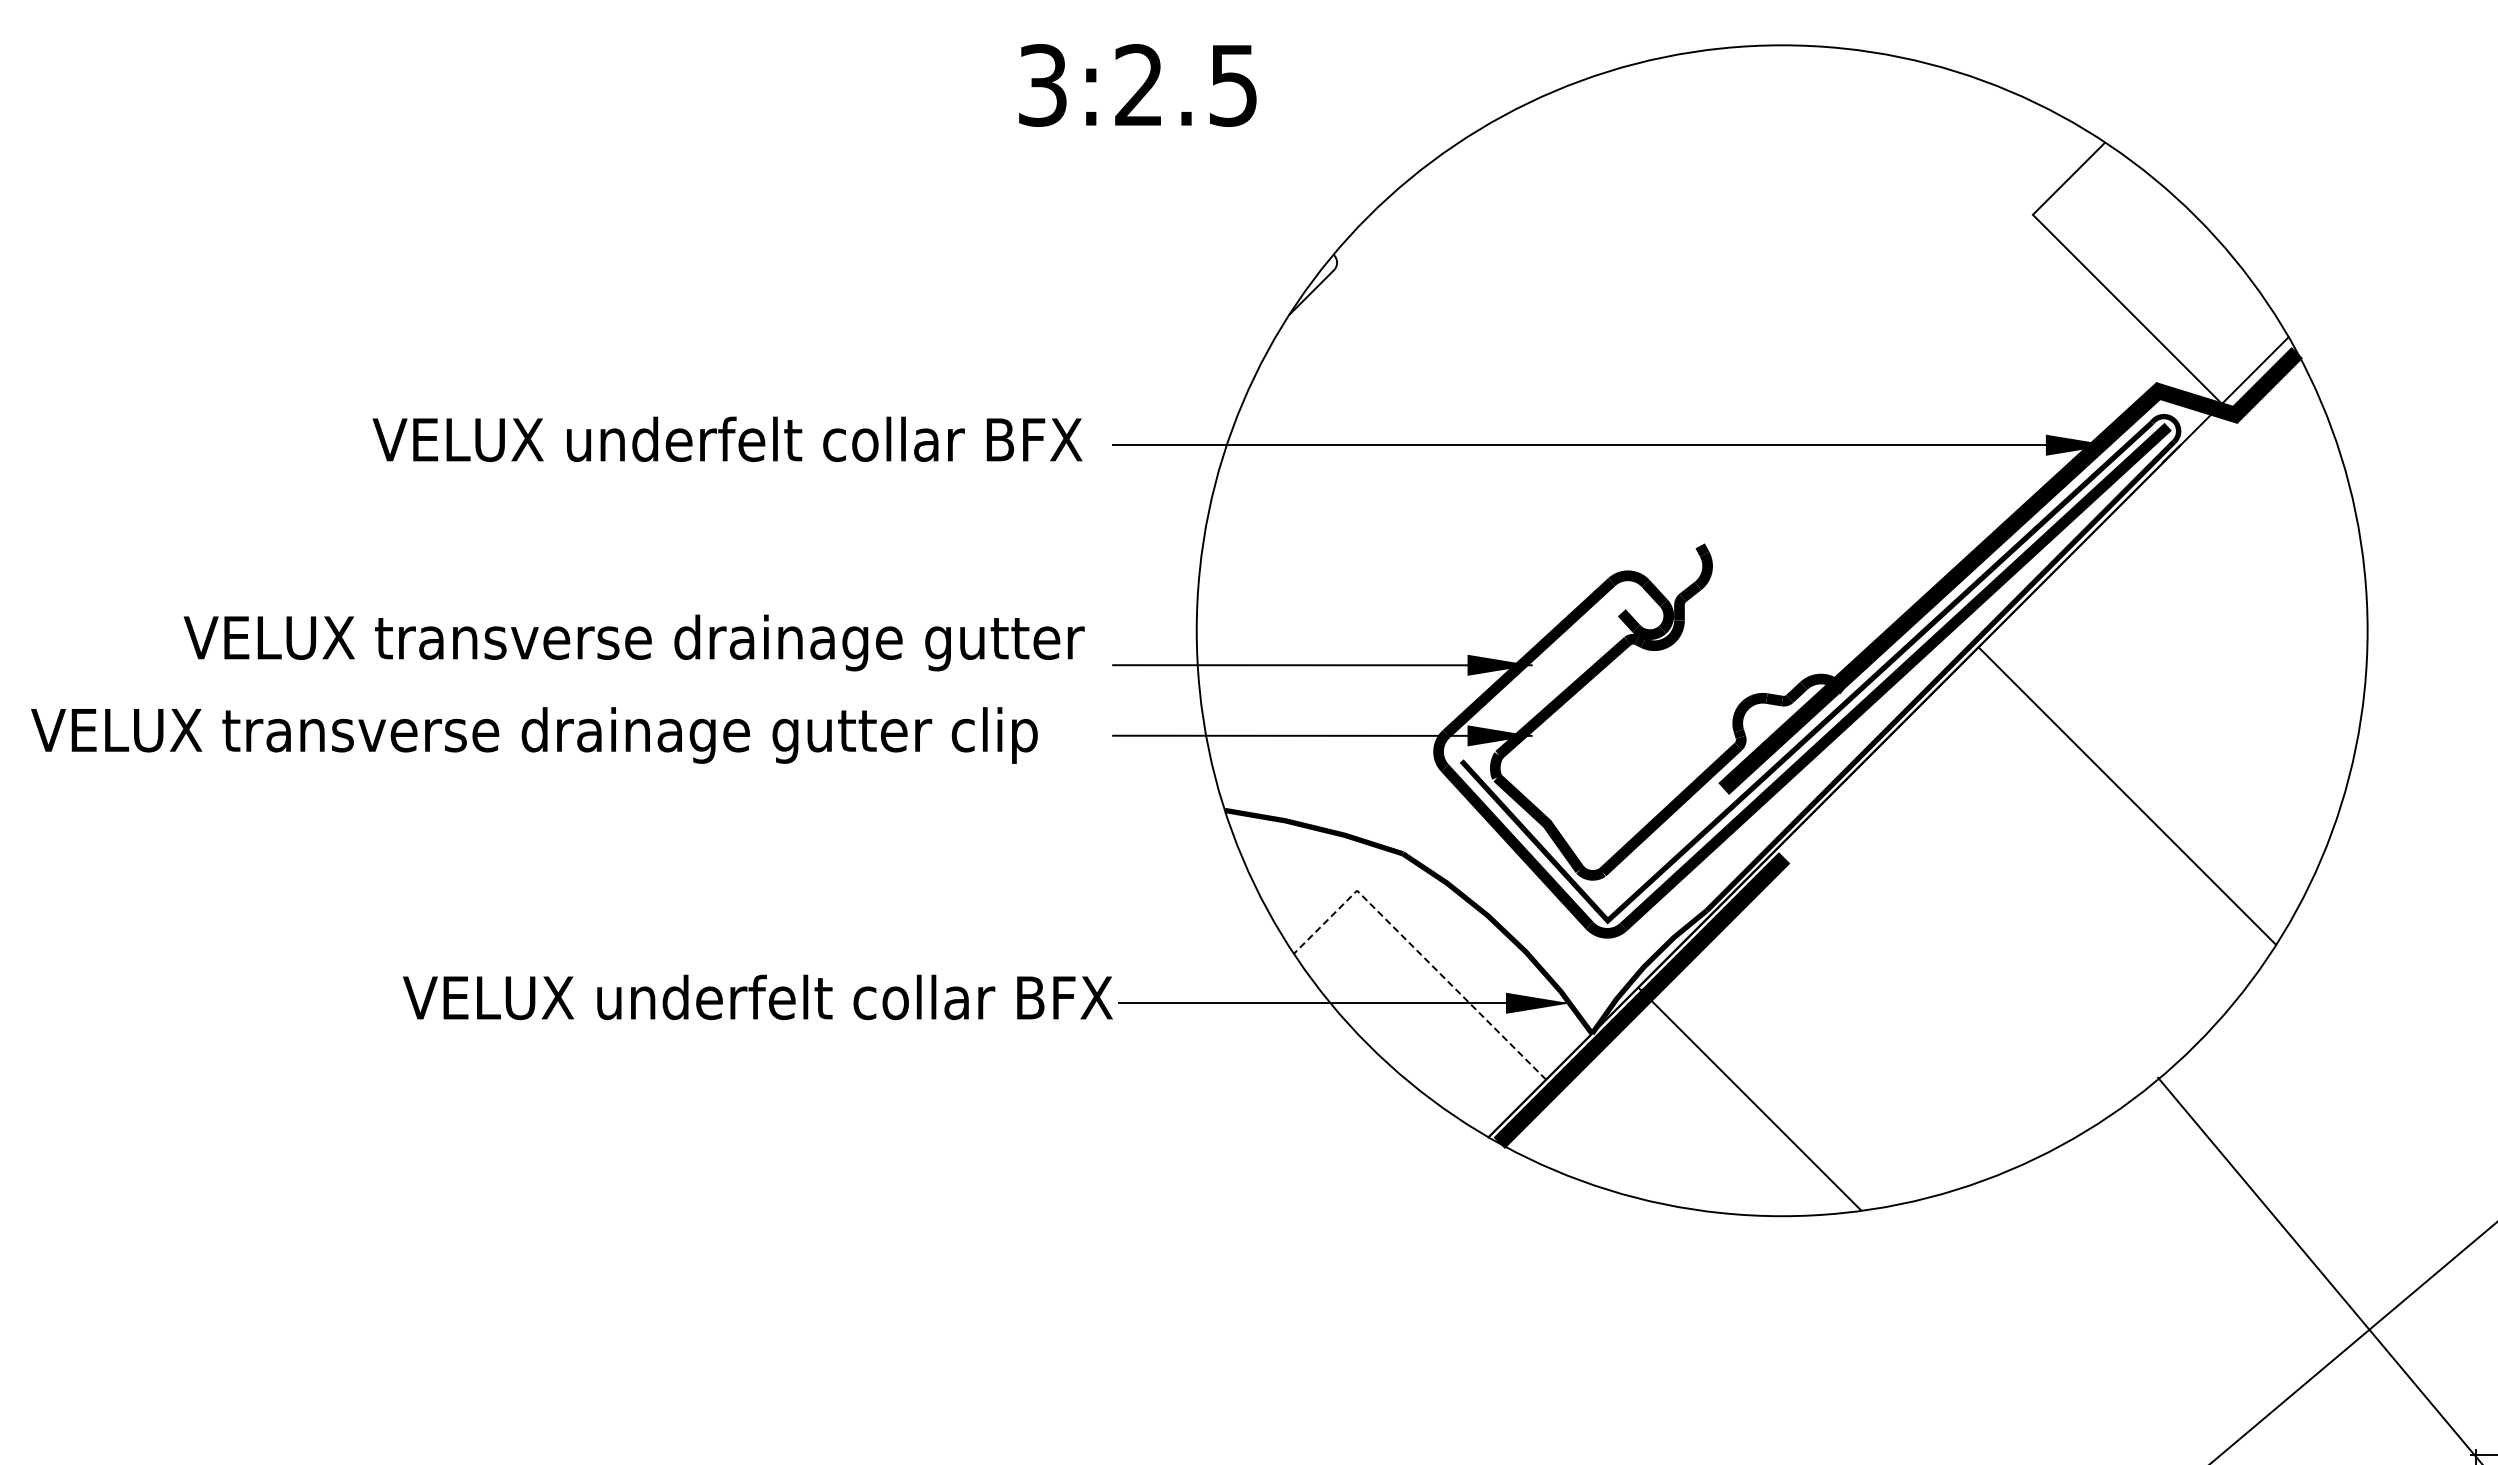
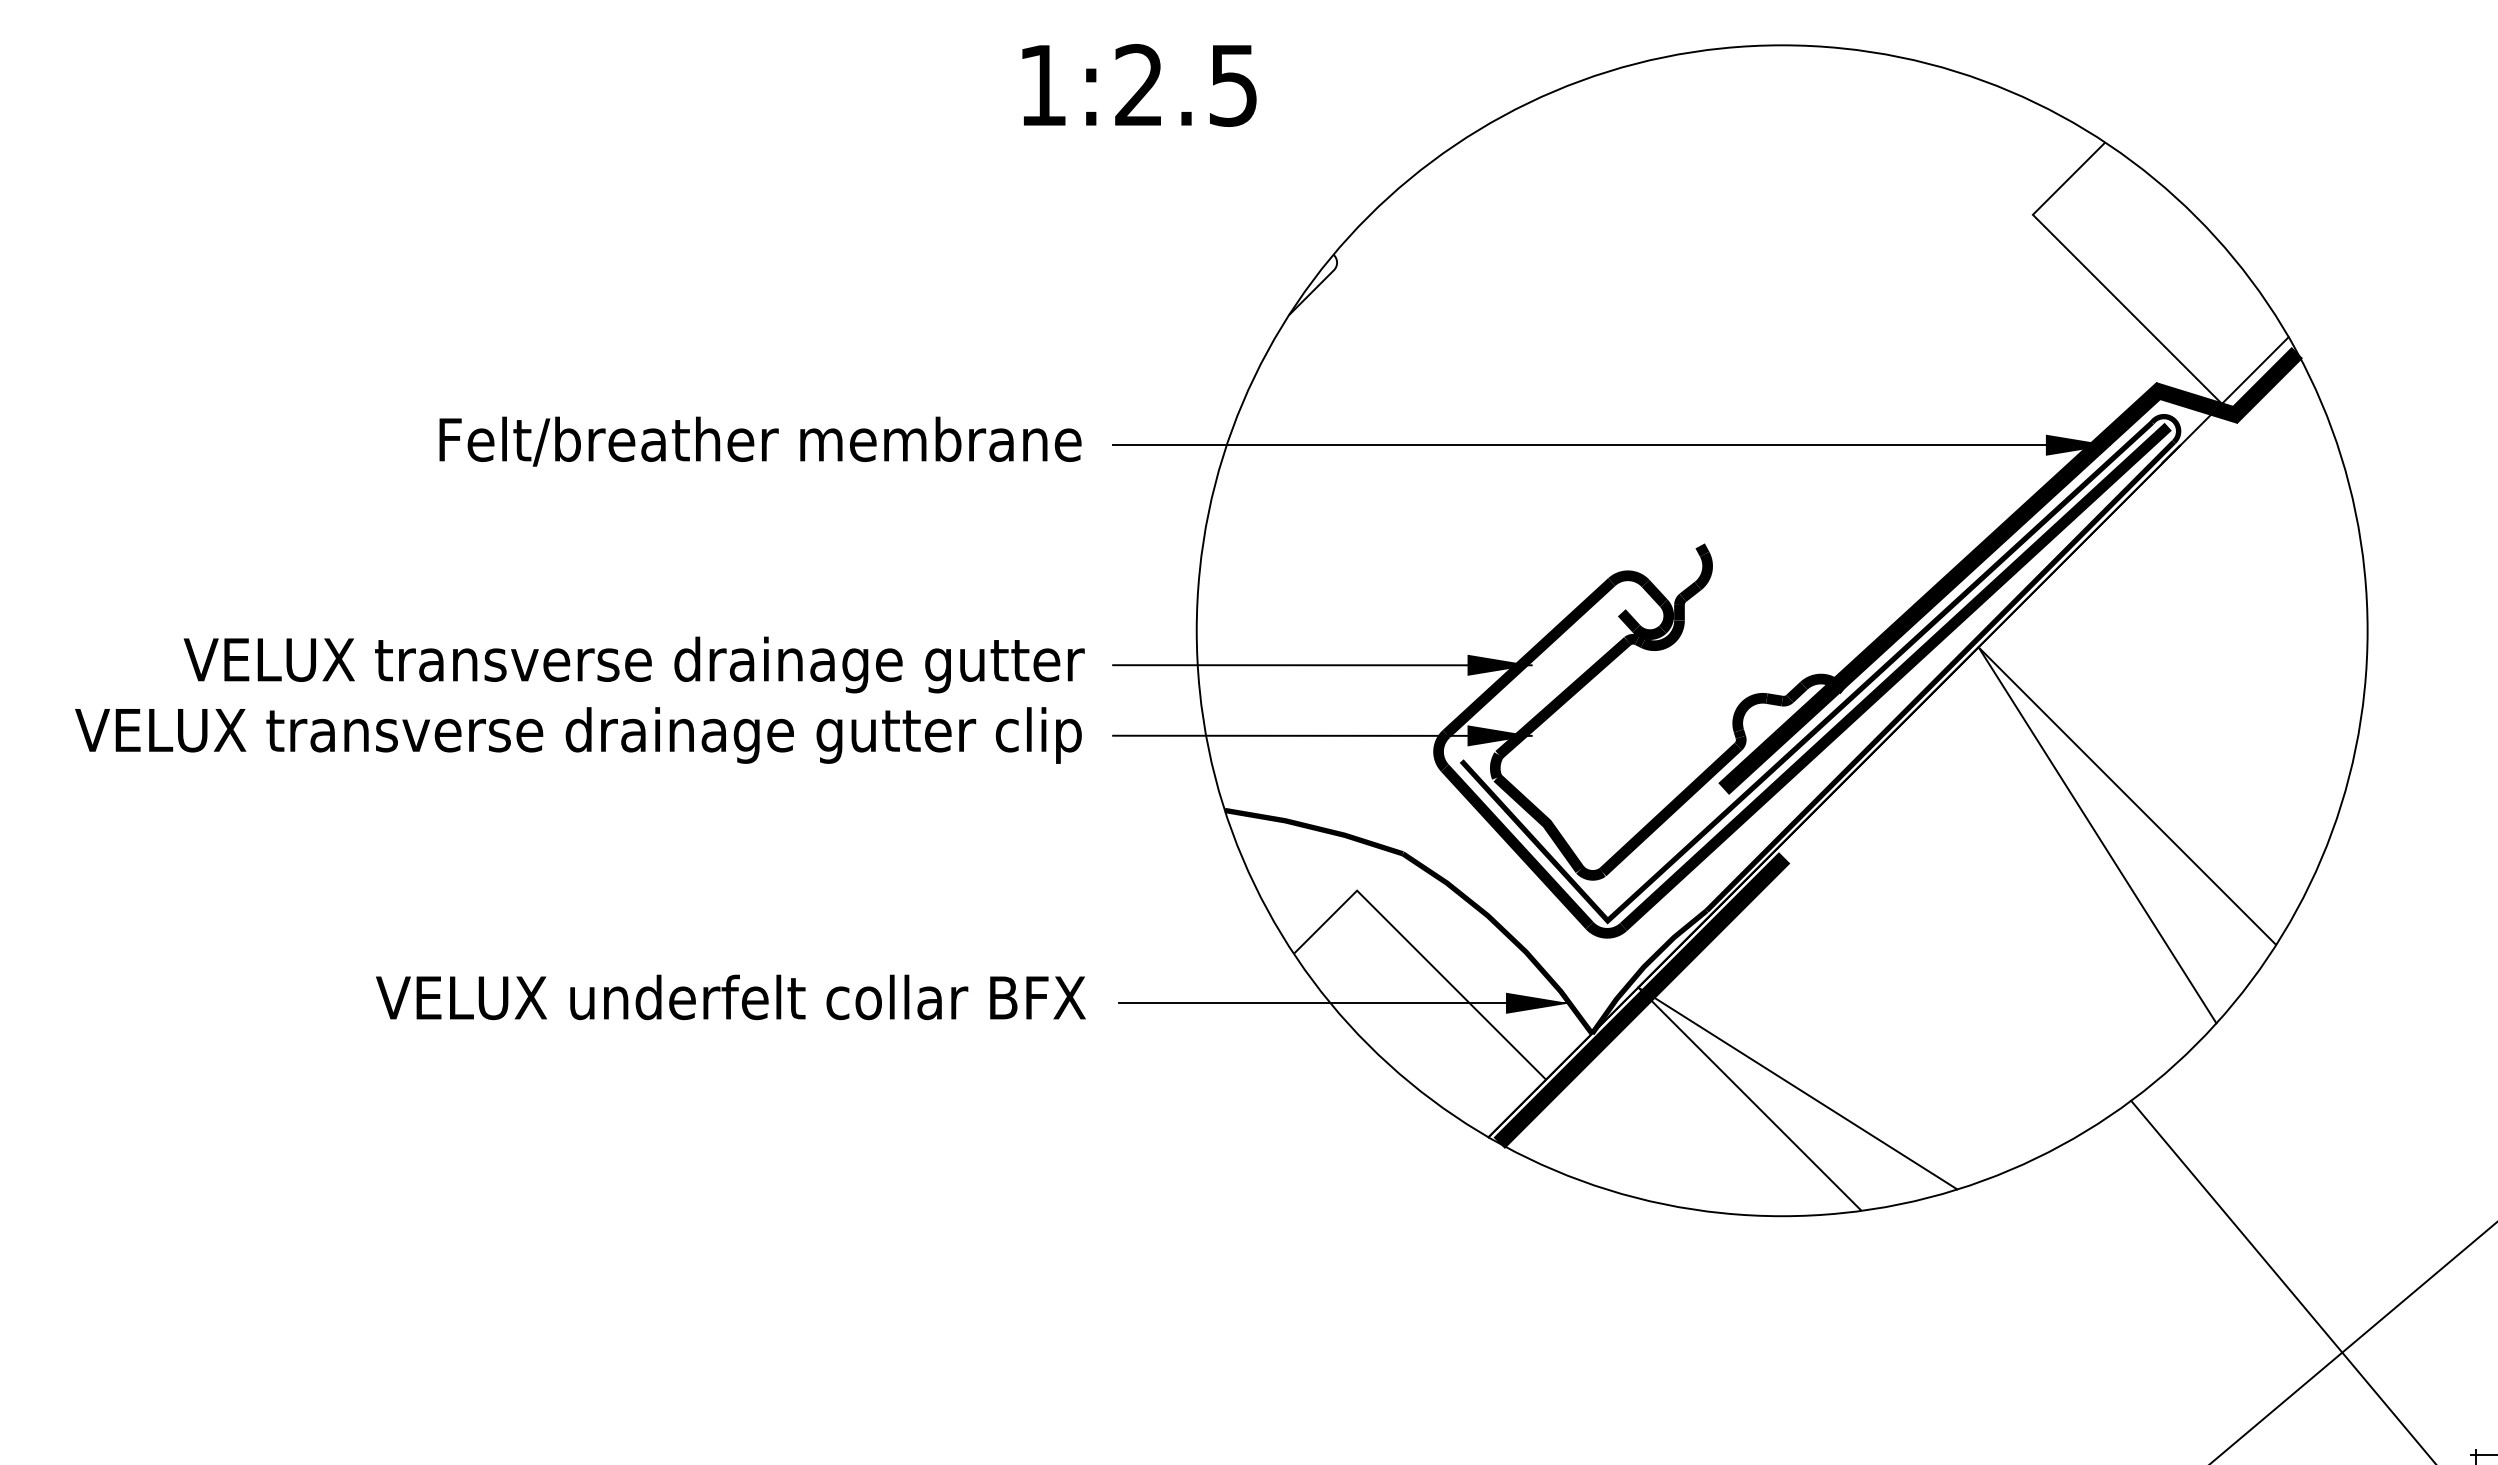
text at (1042, 85): 3:2.5 -> 1:2.5
text at (727, 441): VELUX underfelt collar BFX -> Felt/breather membrane
text at (633, 642) position: (633, 642) -> (633, 664)
text at (534, 735) position: (534, 735) -> (578, 735)
line at (2097, 835): none -> present
line at (1419, 952): dashed -> solid
text at (757, 997) position: (757, 997) -> (730, 997)
line at (1797, 1088): none -> present
line at (2319, 1269) position: (2319, 1269) -> (2282, 1280)
